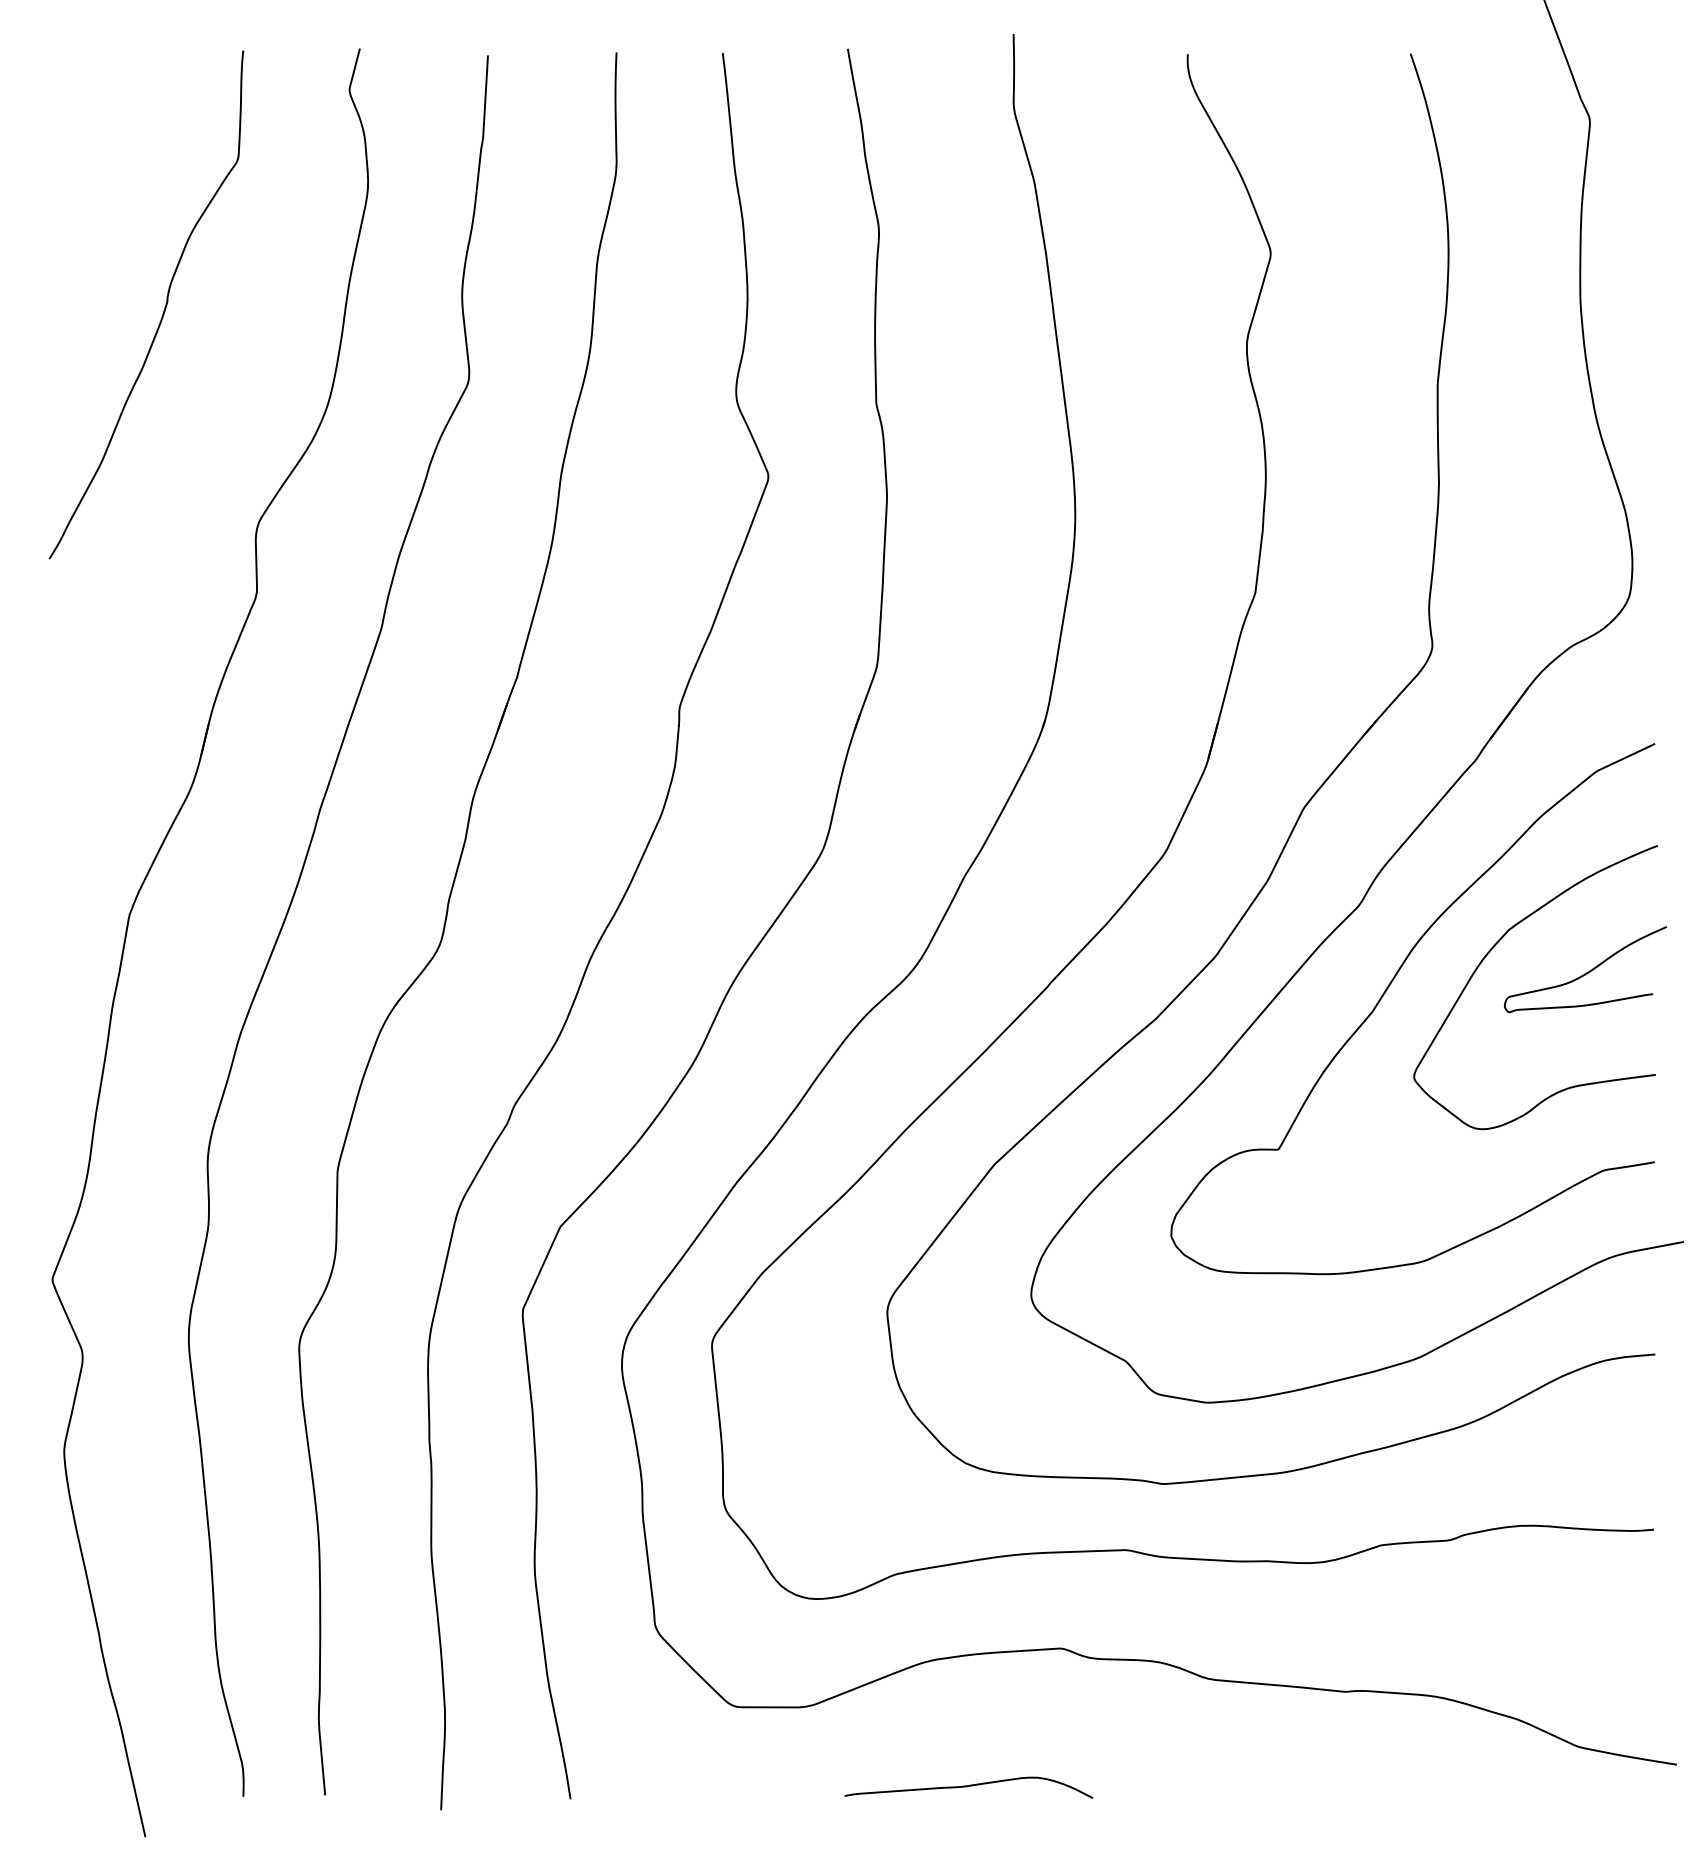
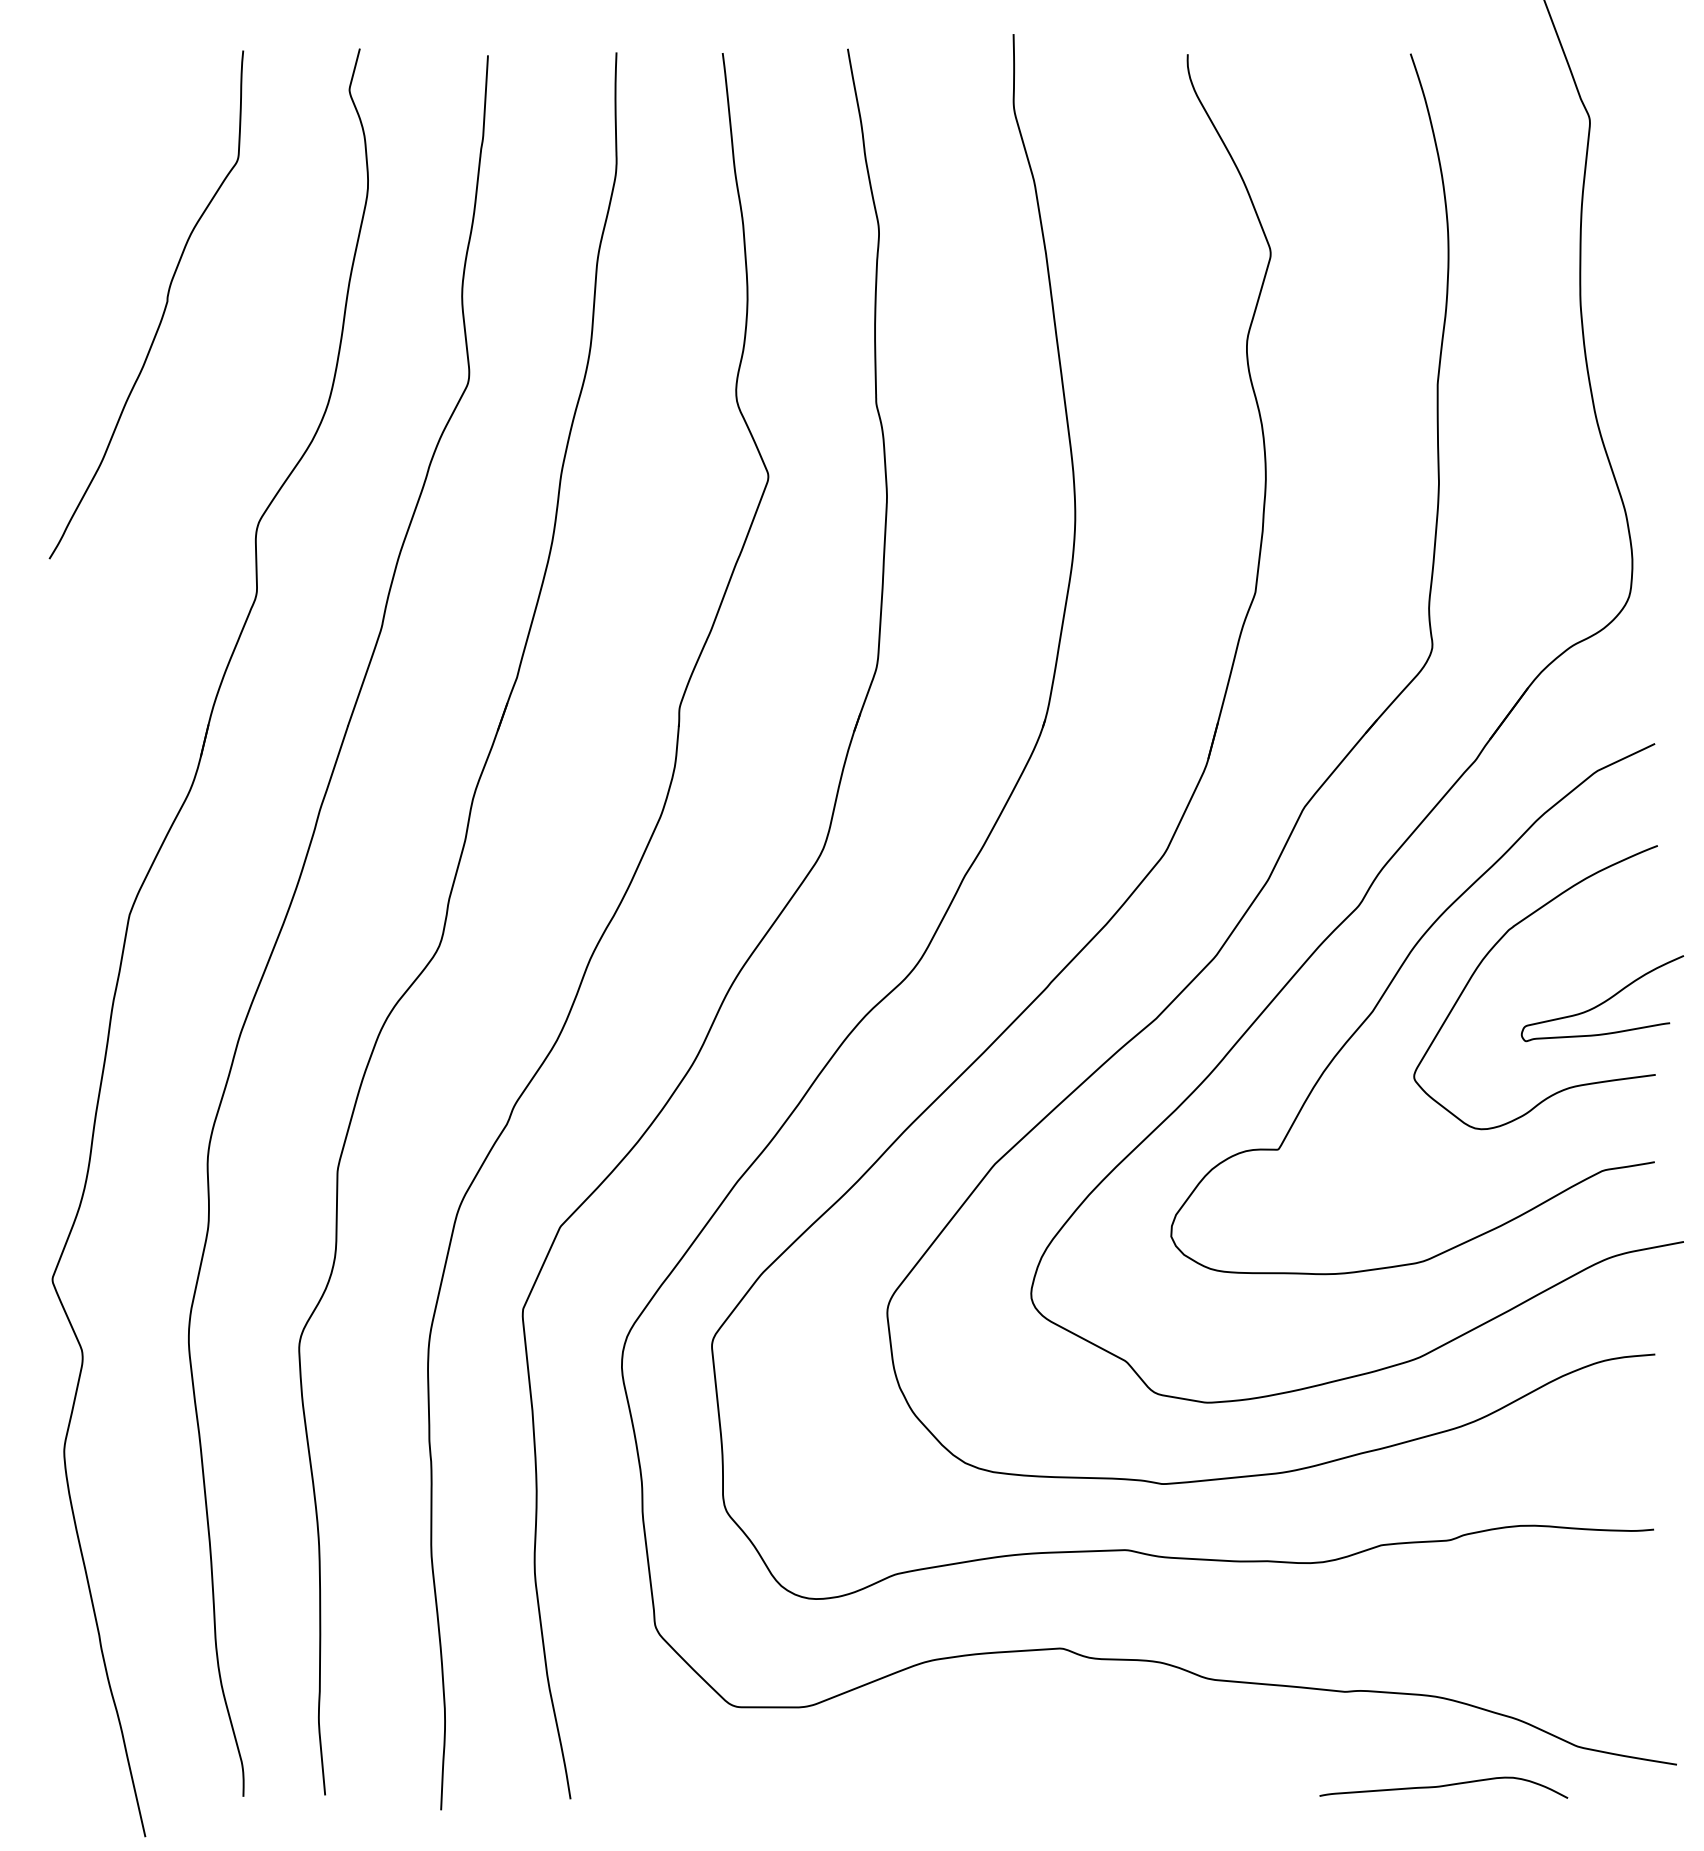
curve at (1587, 971) position: (1587, 971) -> (1604, 1000)
curve at (968, 1786) position: (968, 1786) -> (1443, 1786)
